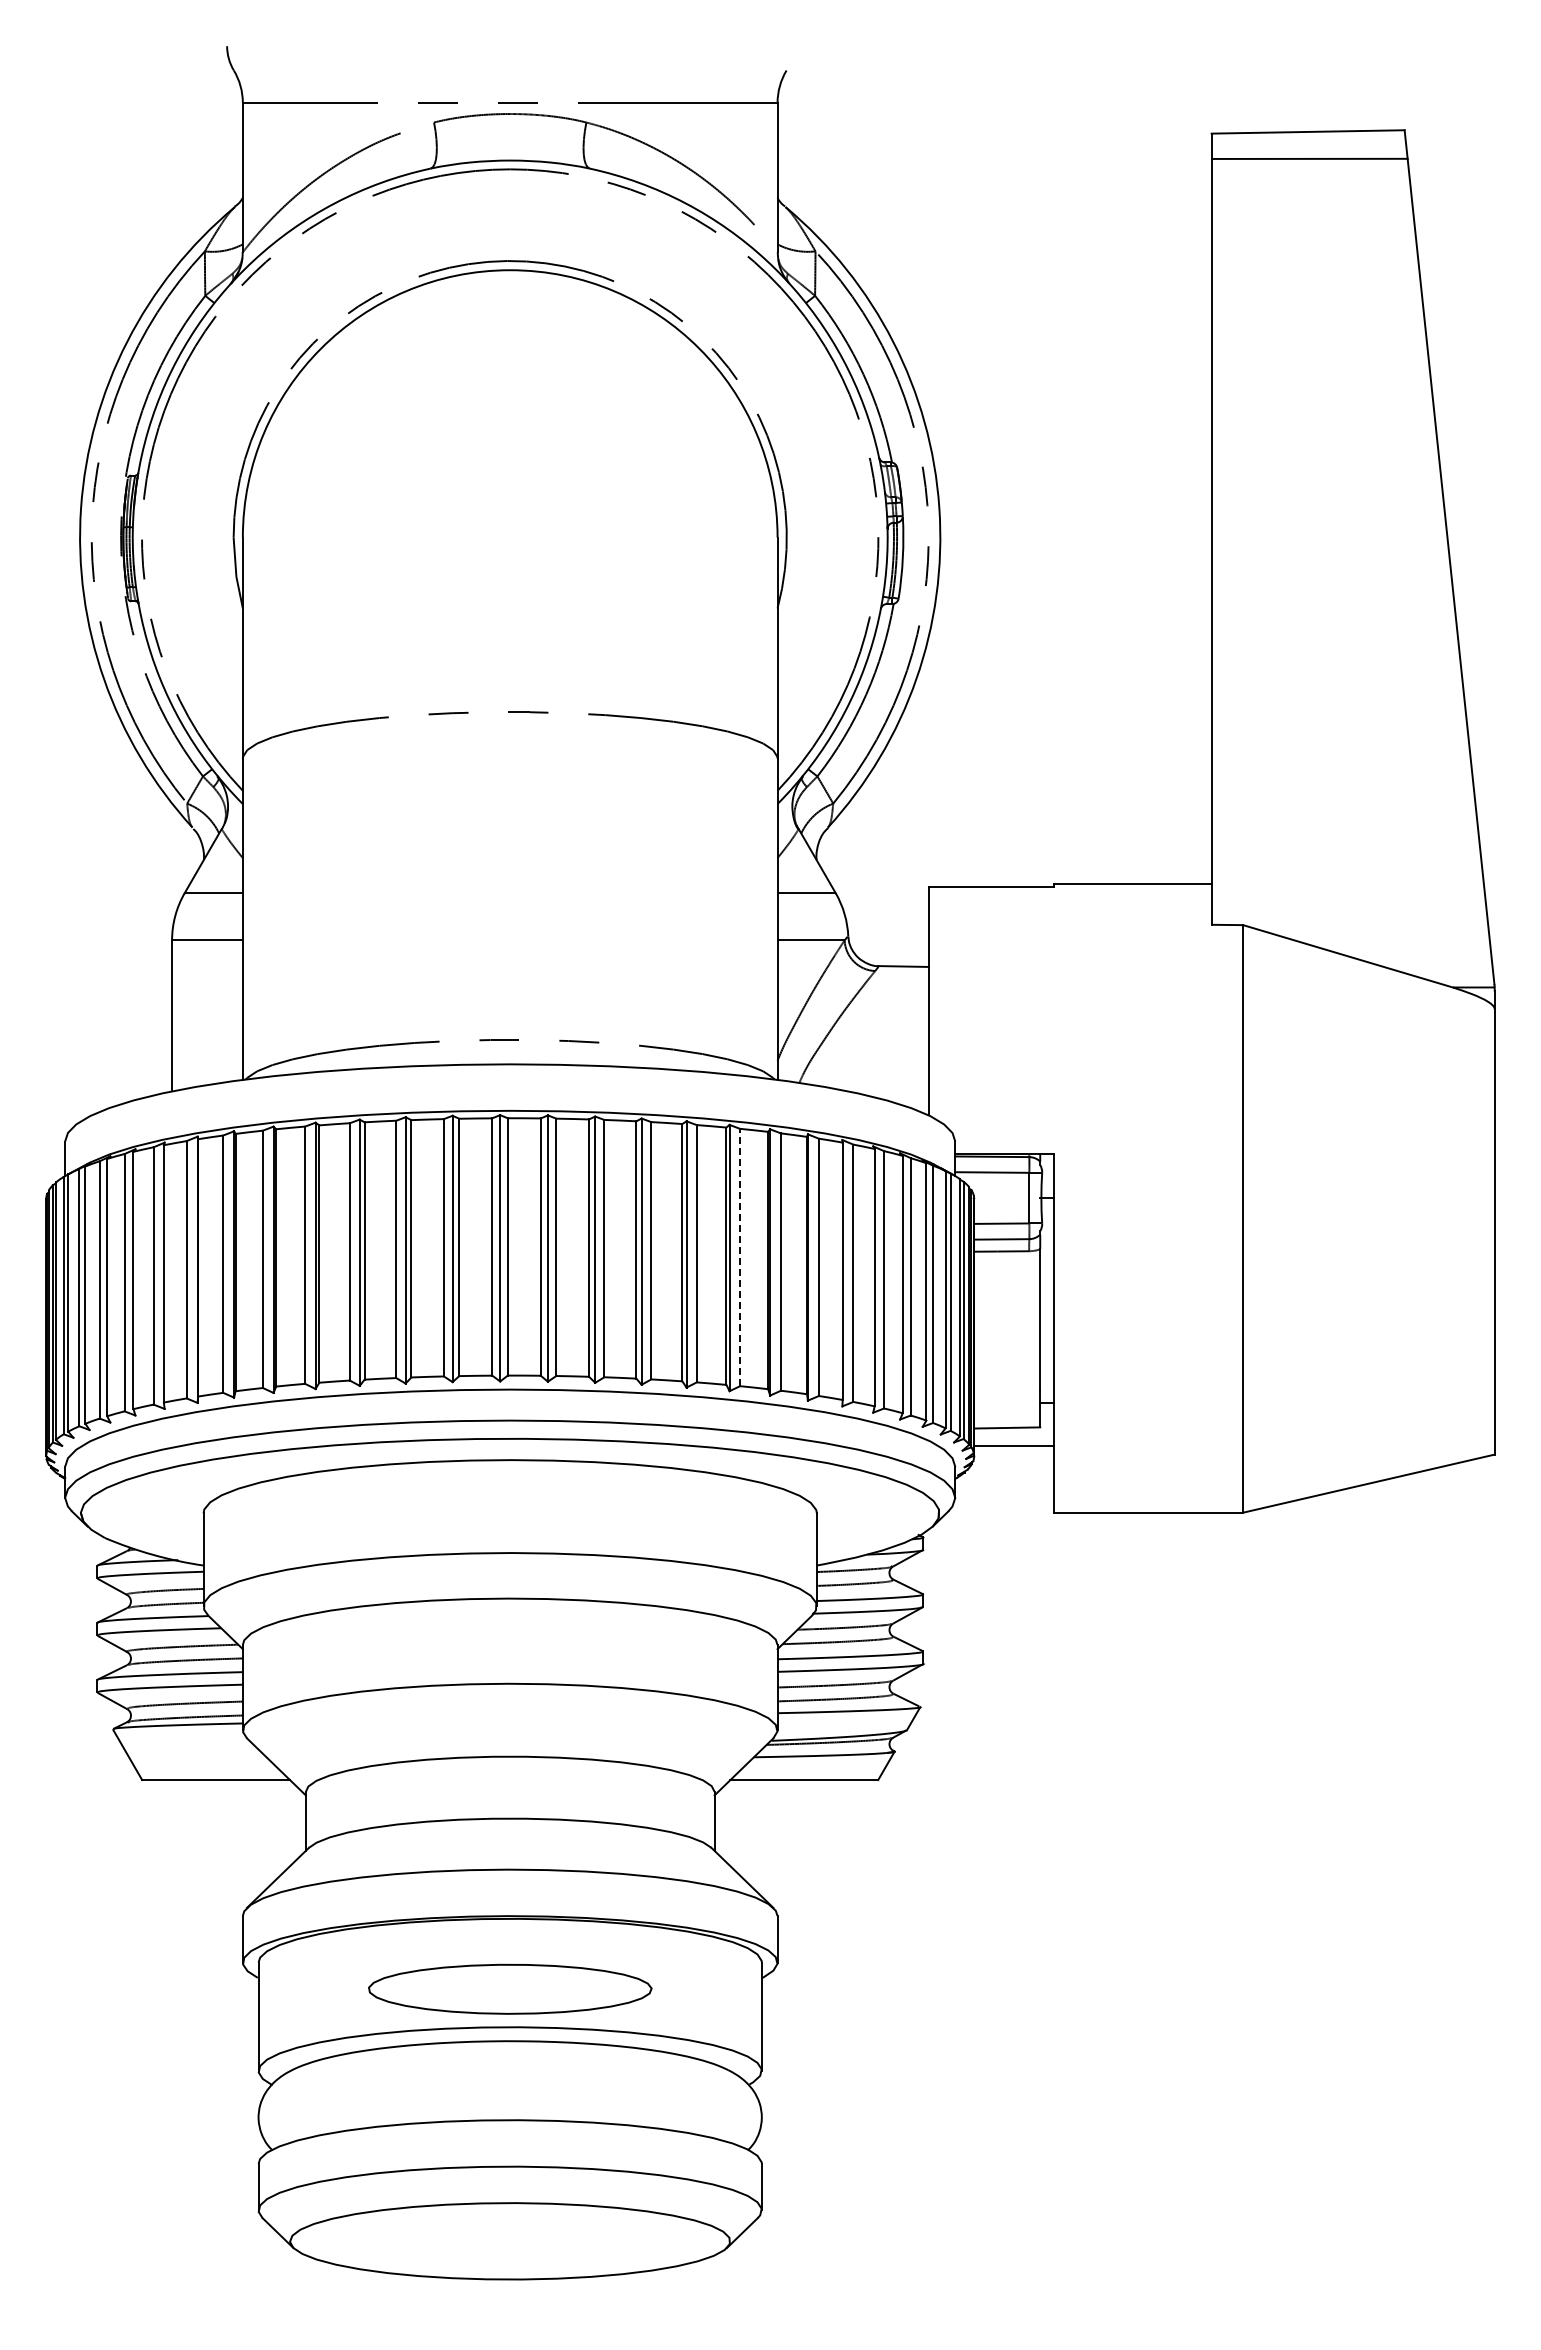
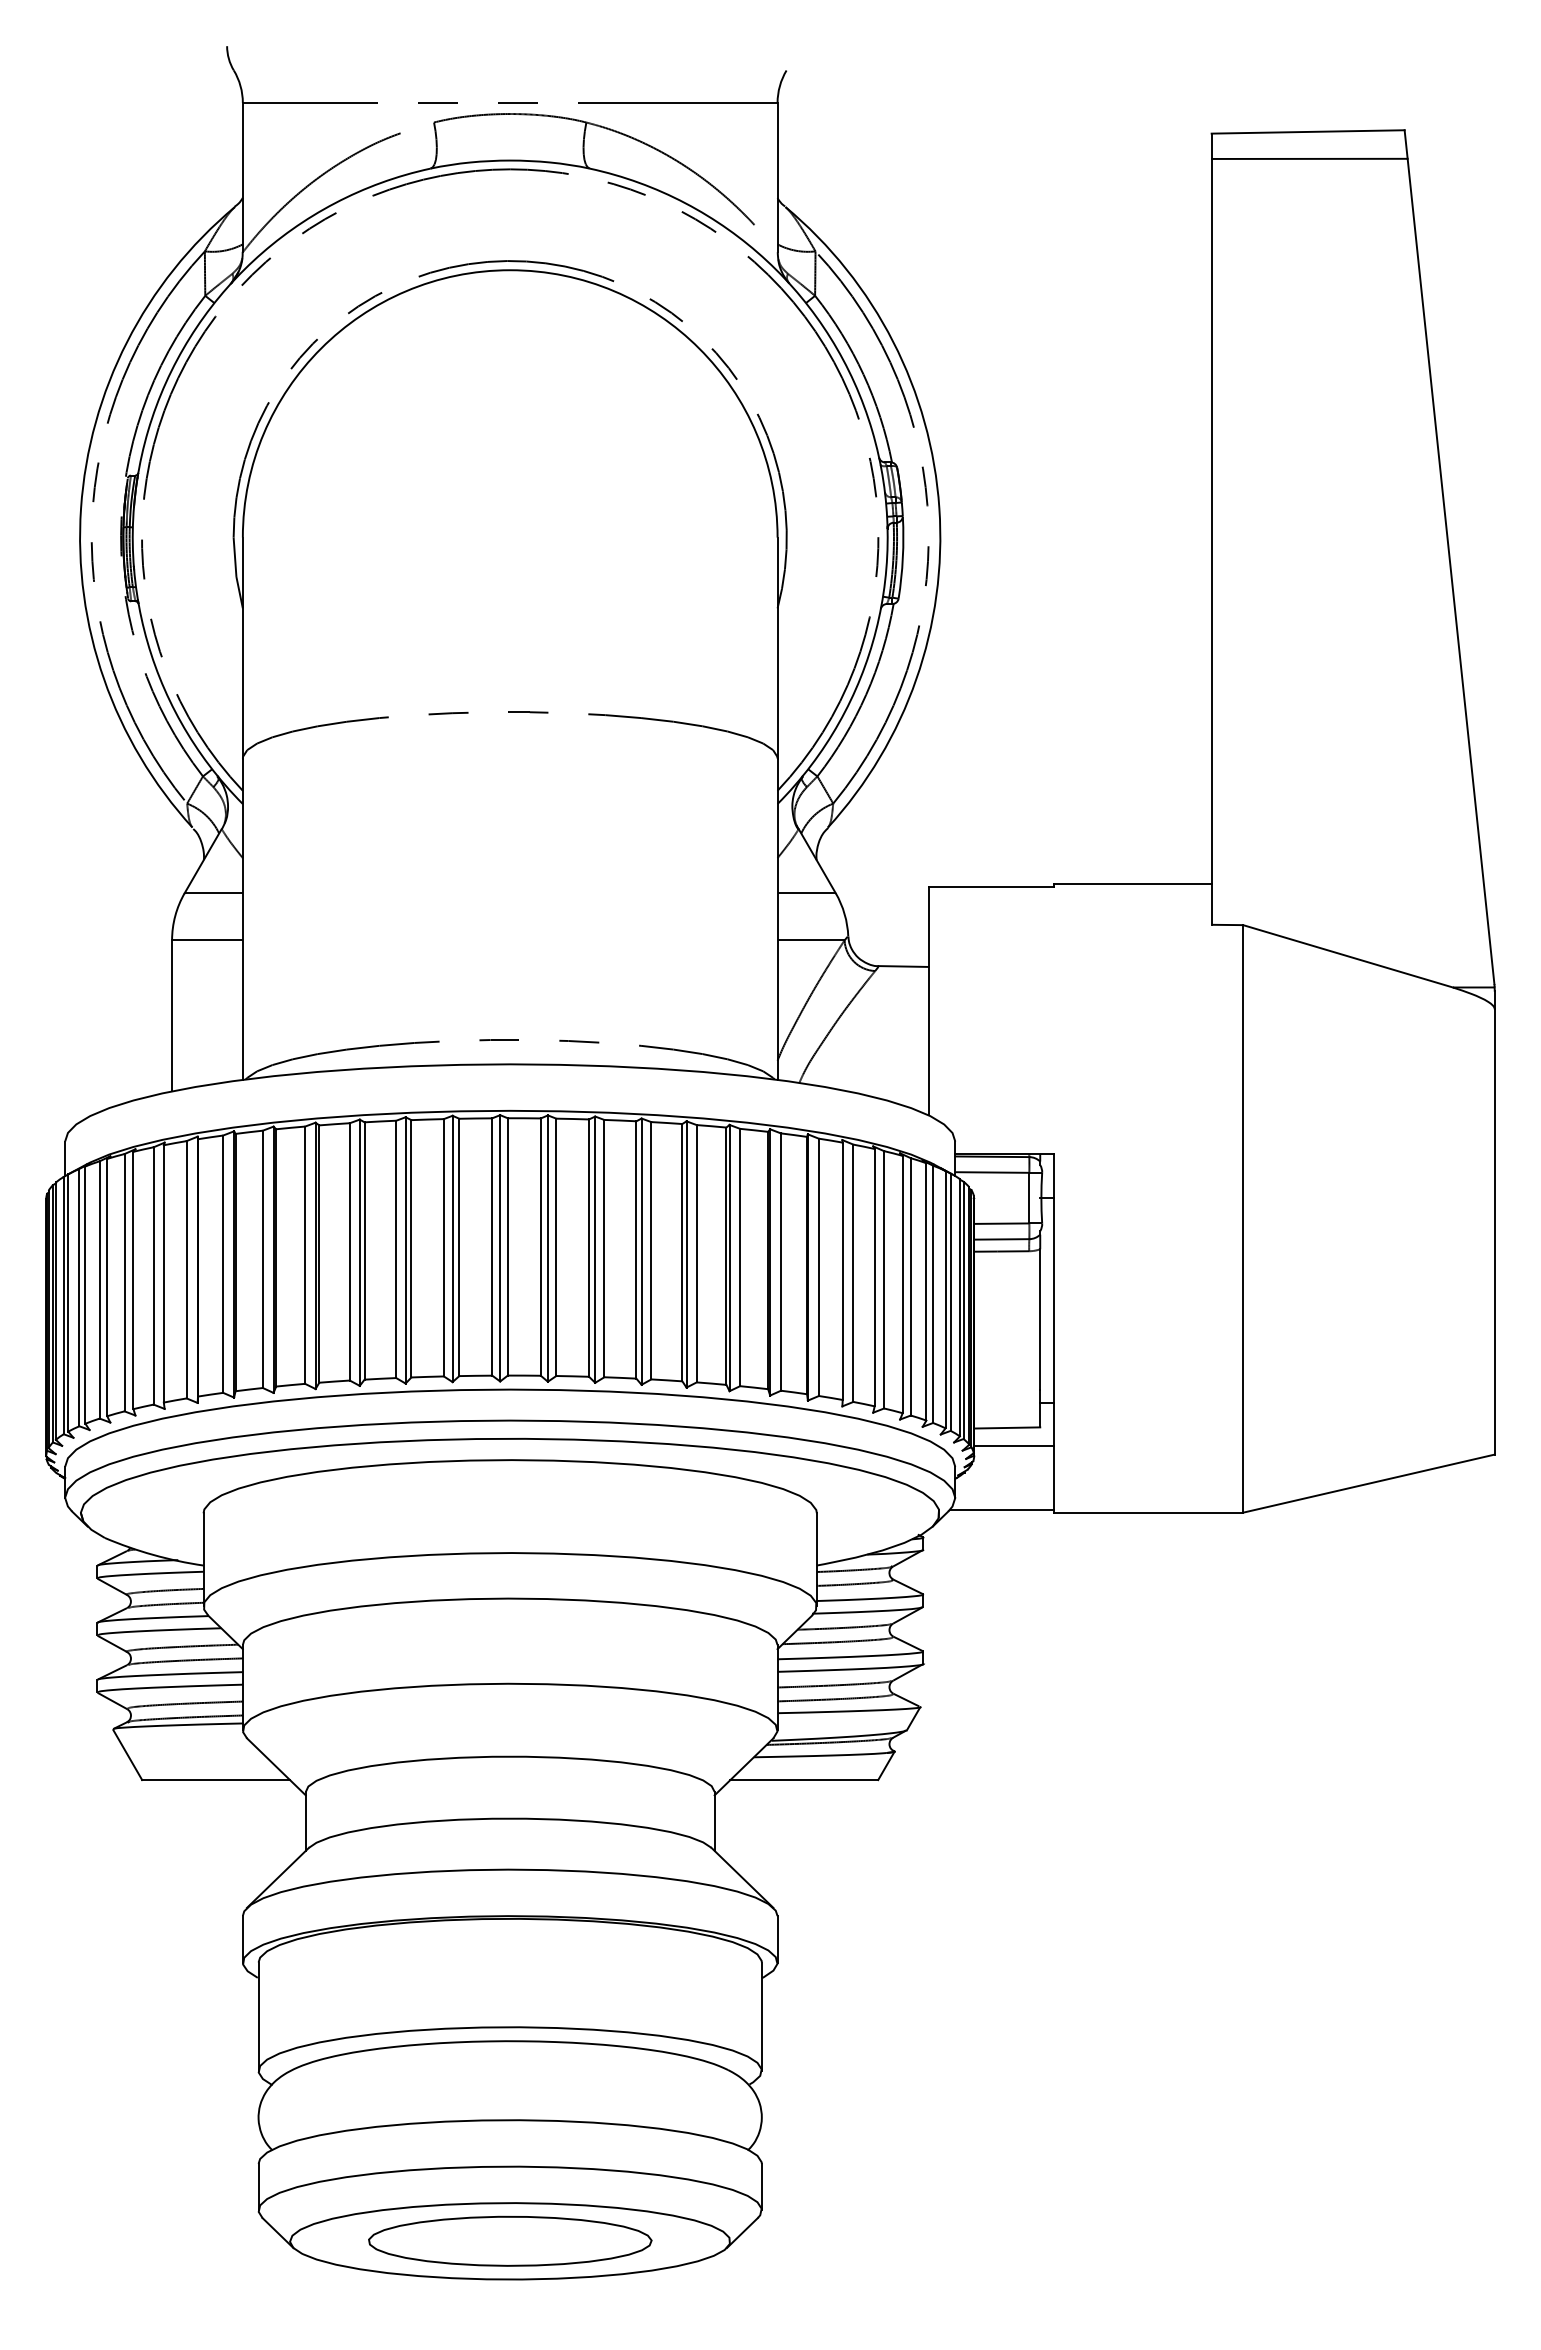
line at (740, 1257): dashed -> solid
line at (1002, 1509): none -> present
part at (510, 1988) position: (510, 1988) -> (510, 2240)
